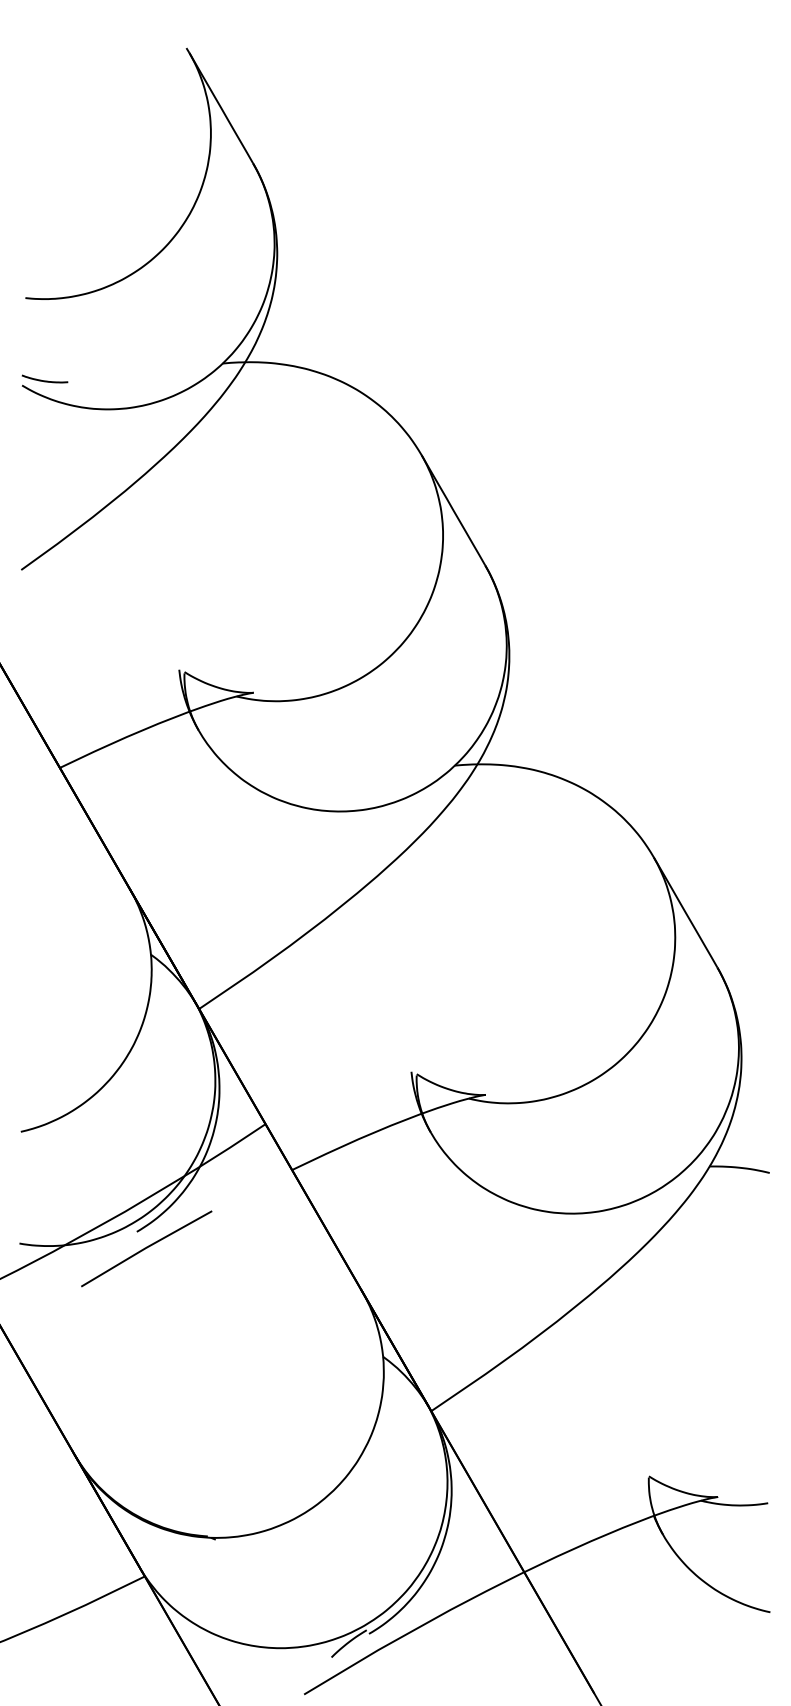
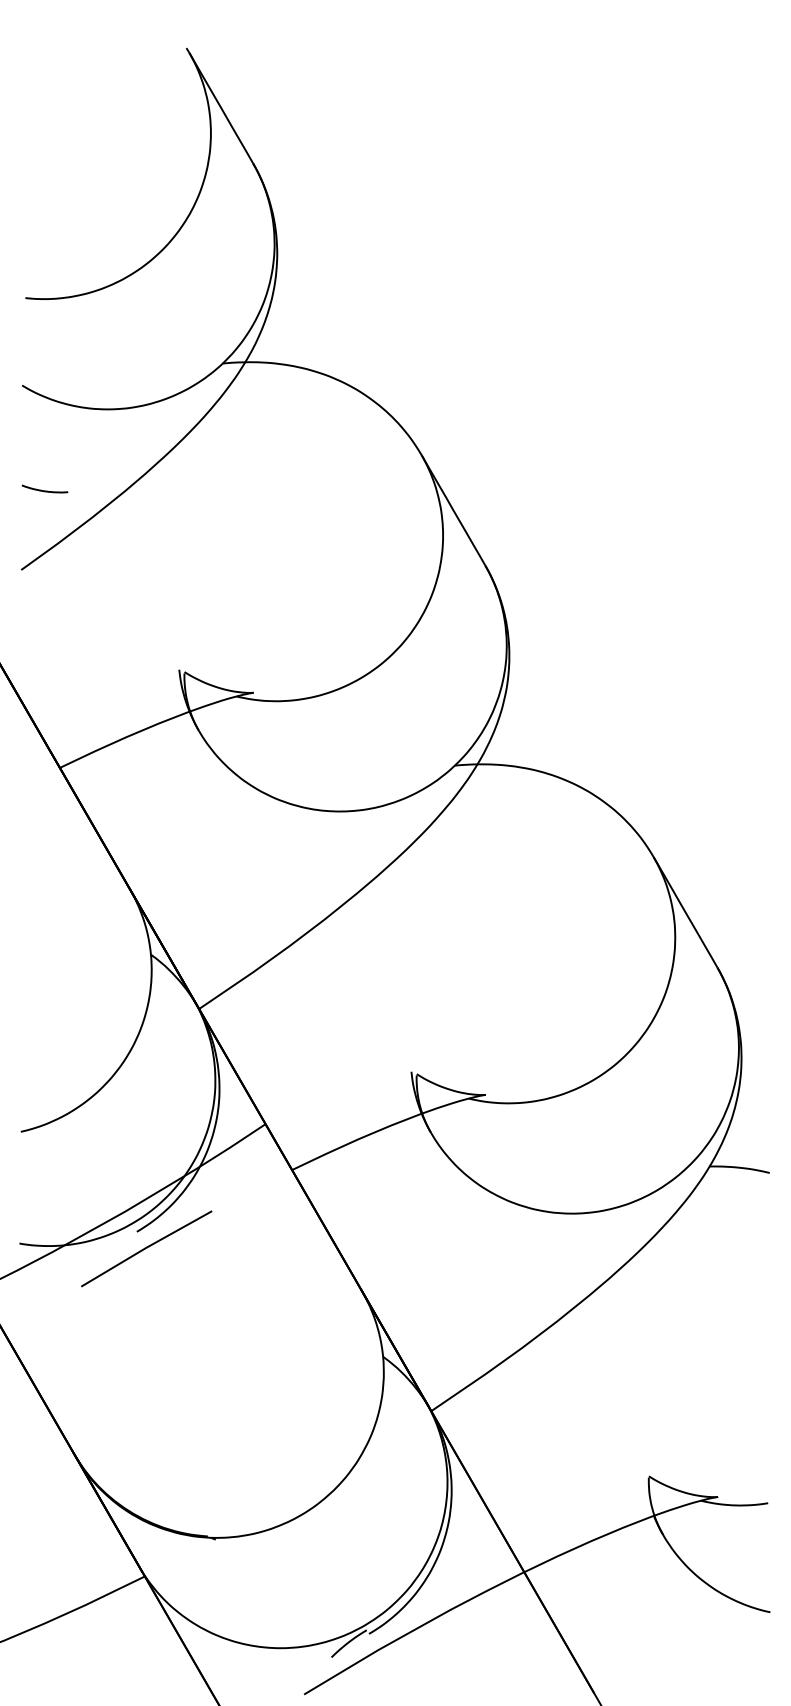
curve at (44, 380) position: (44, 380) -> (44, 490)
